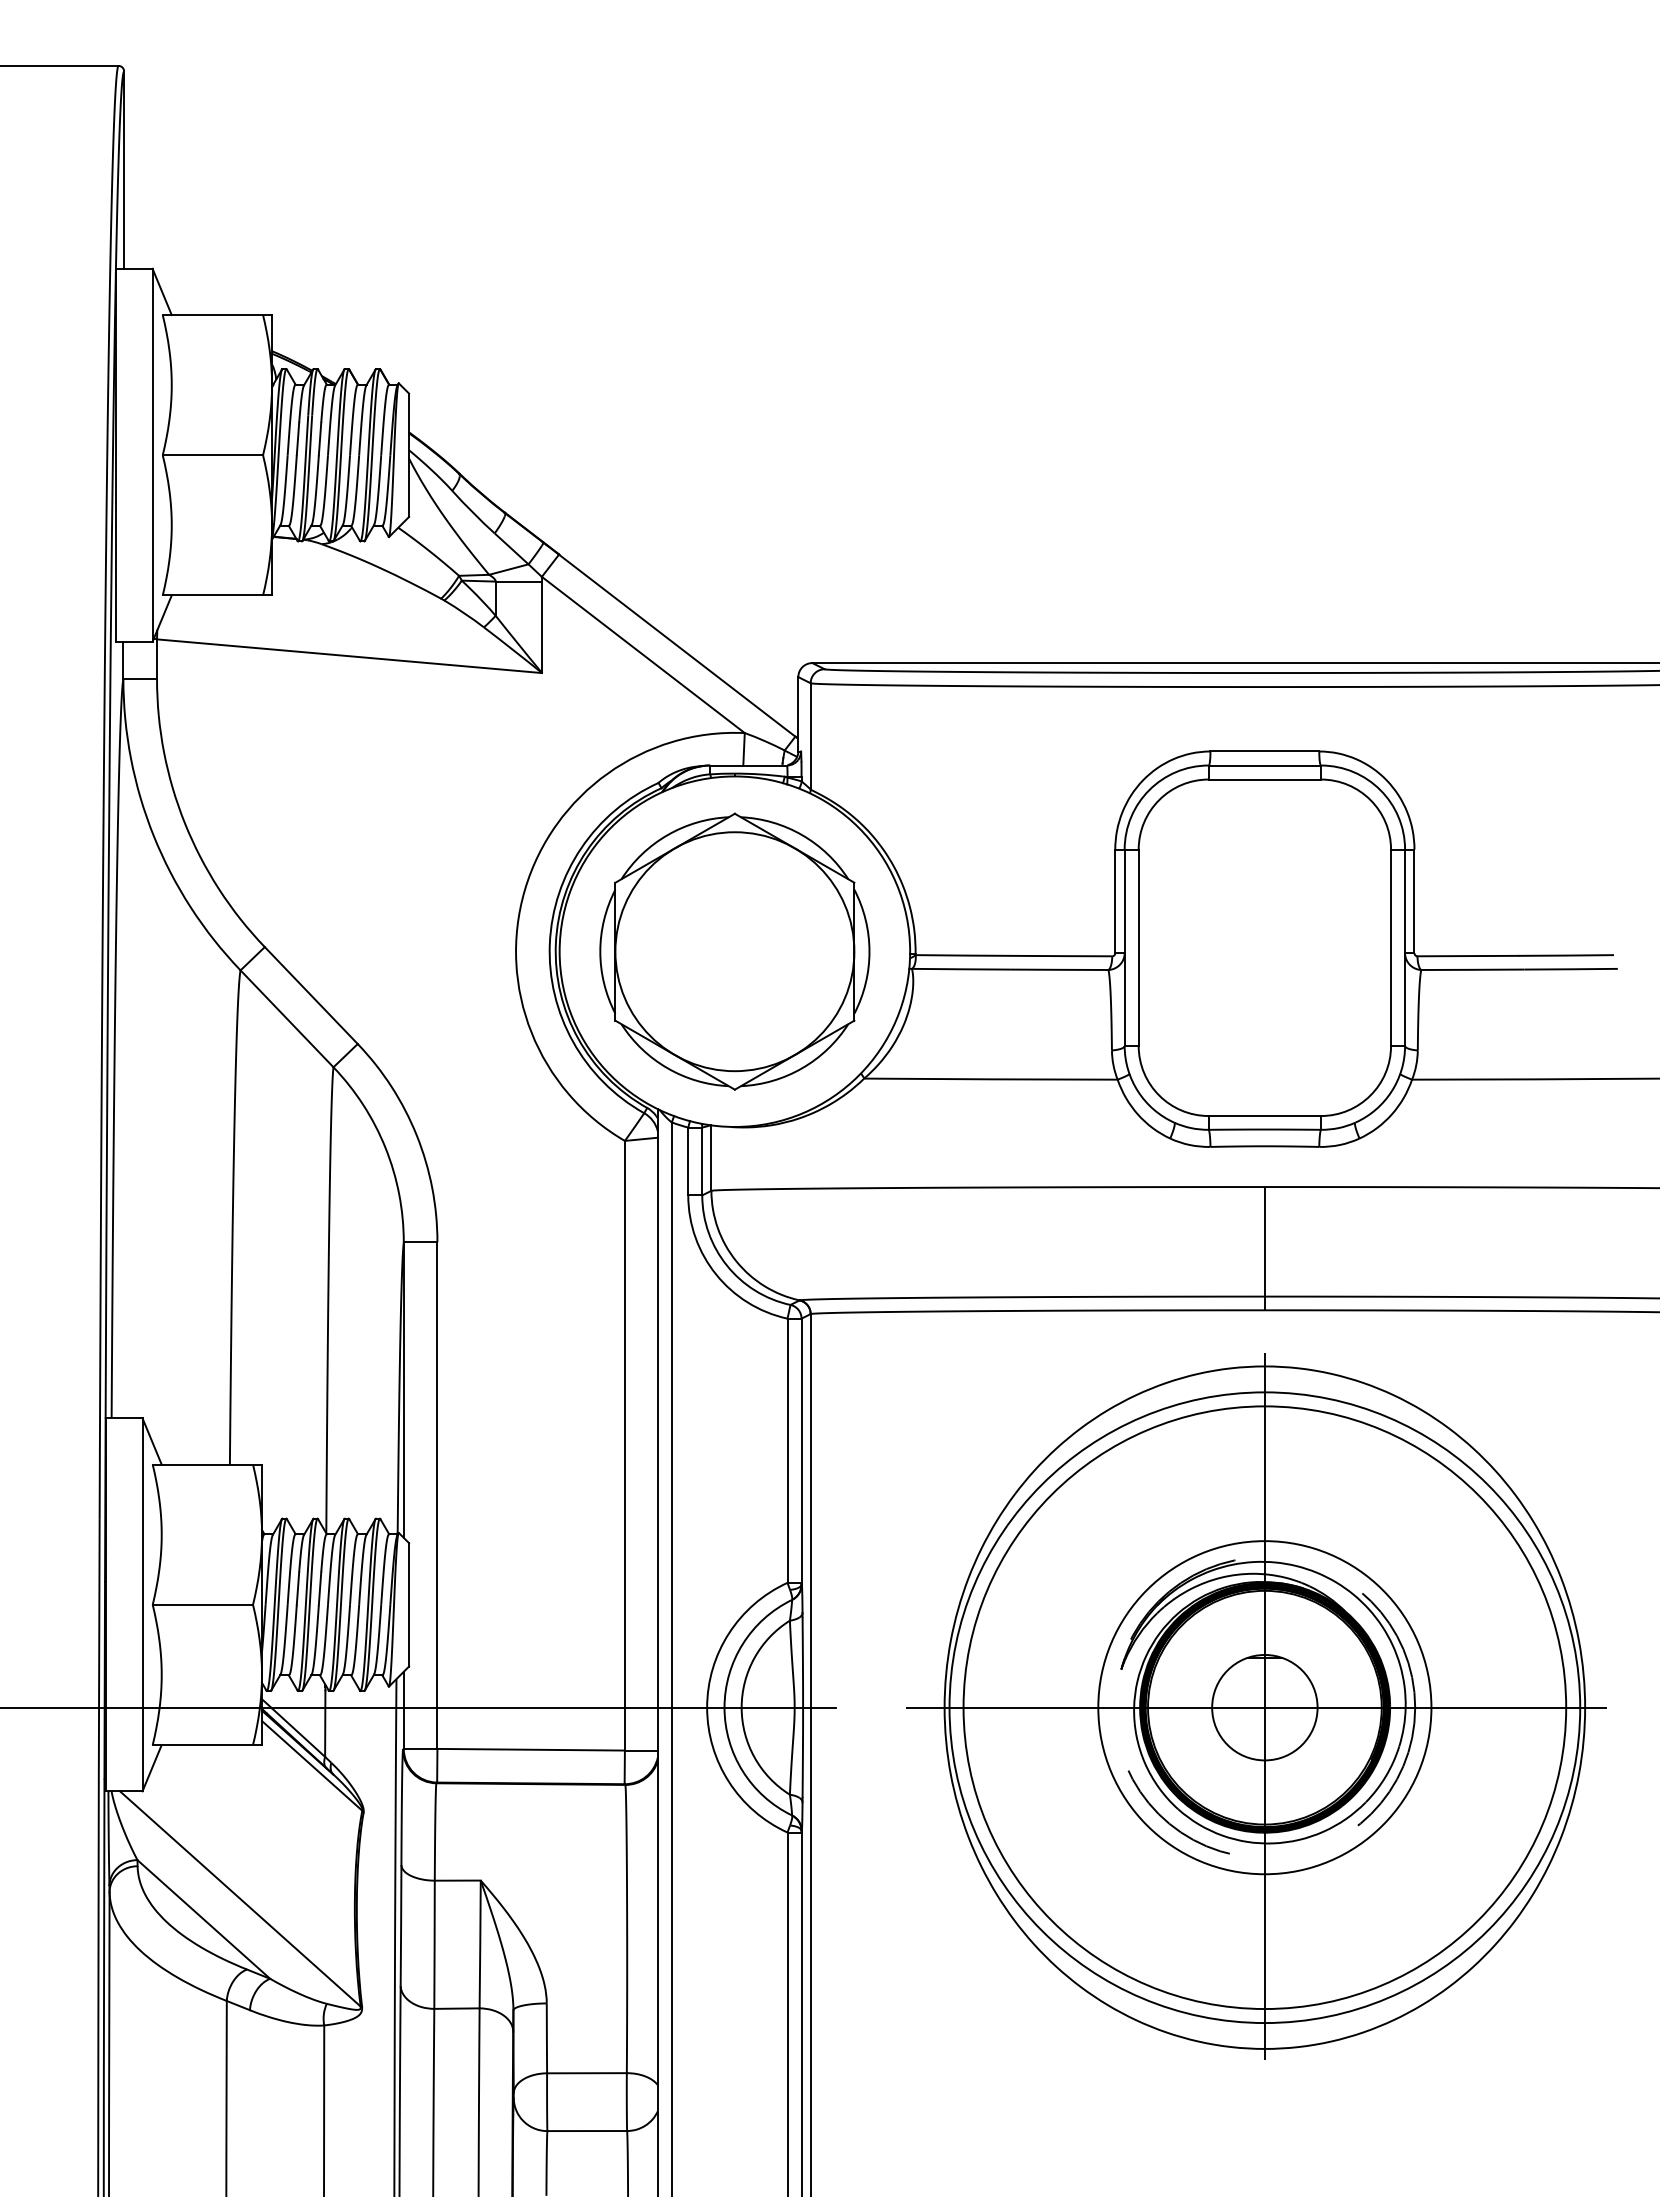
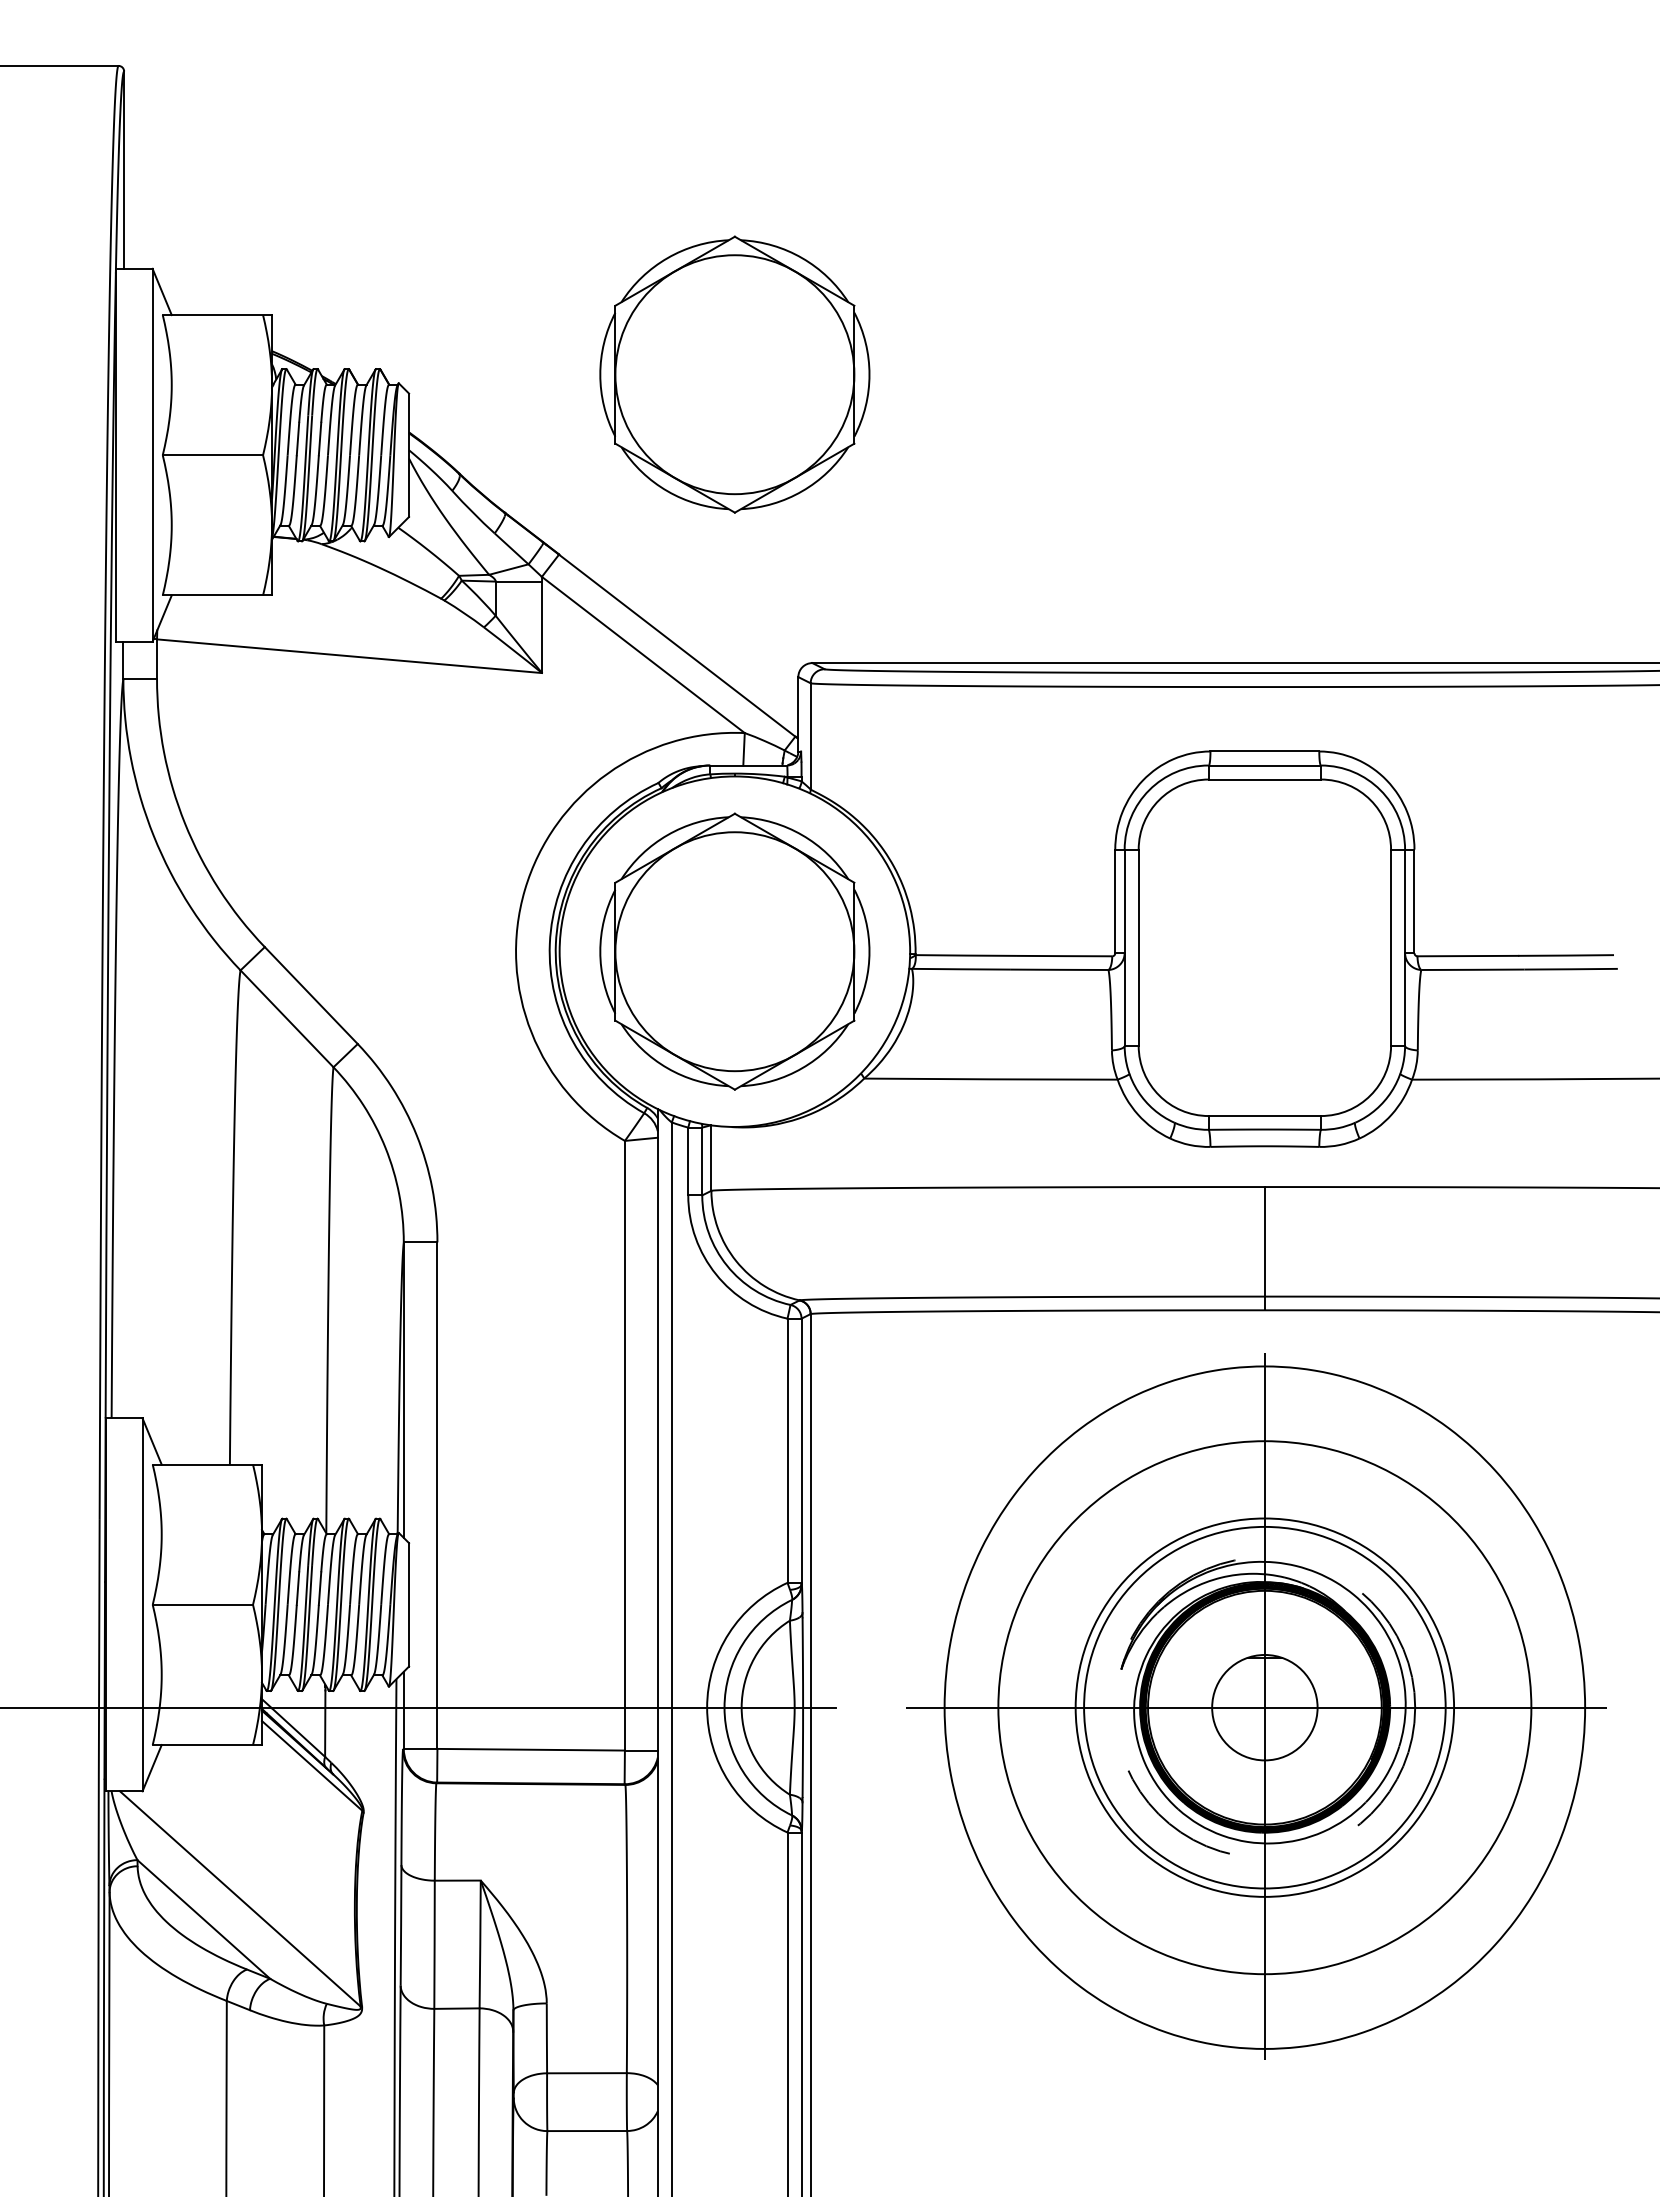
part at (734, 374): none -> present
circle at (1264, 1707) diameter: 333 px -> 533 px
circle at (1264, 1707) diameter: 603 px -> 362 px
circle at (1264, 1707) diameter: 631 px -> 378 px
